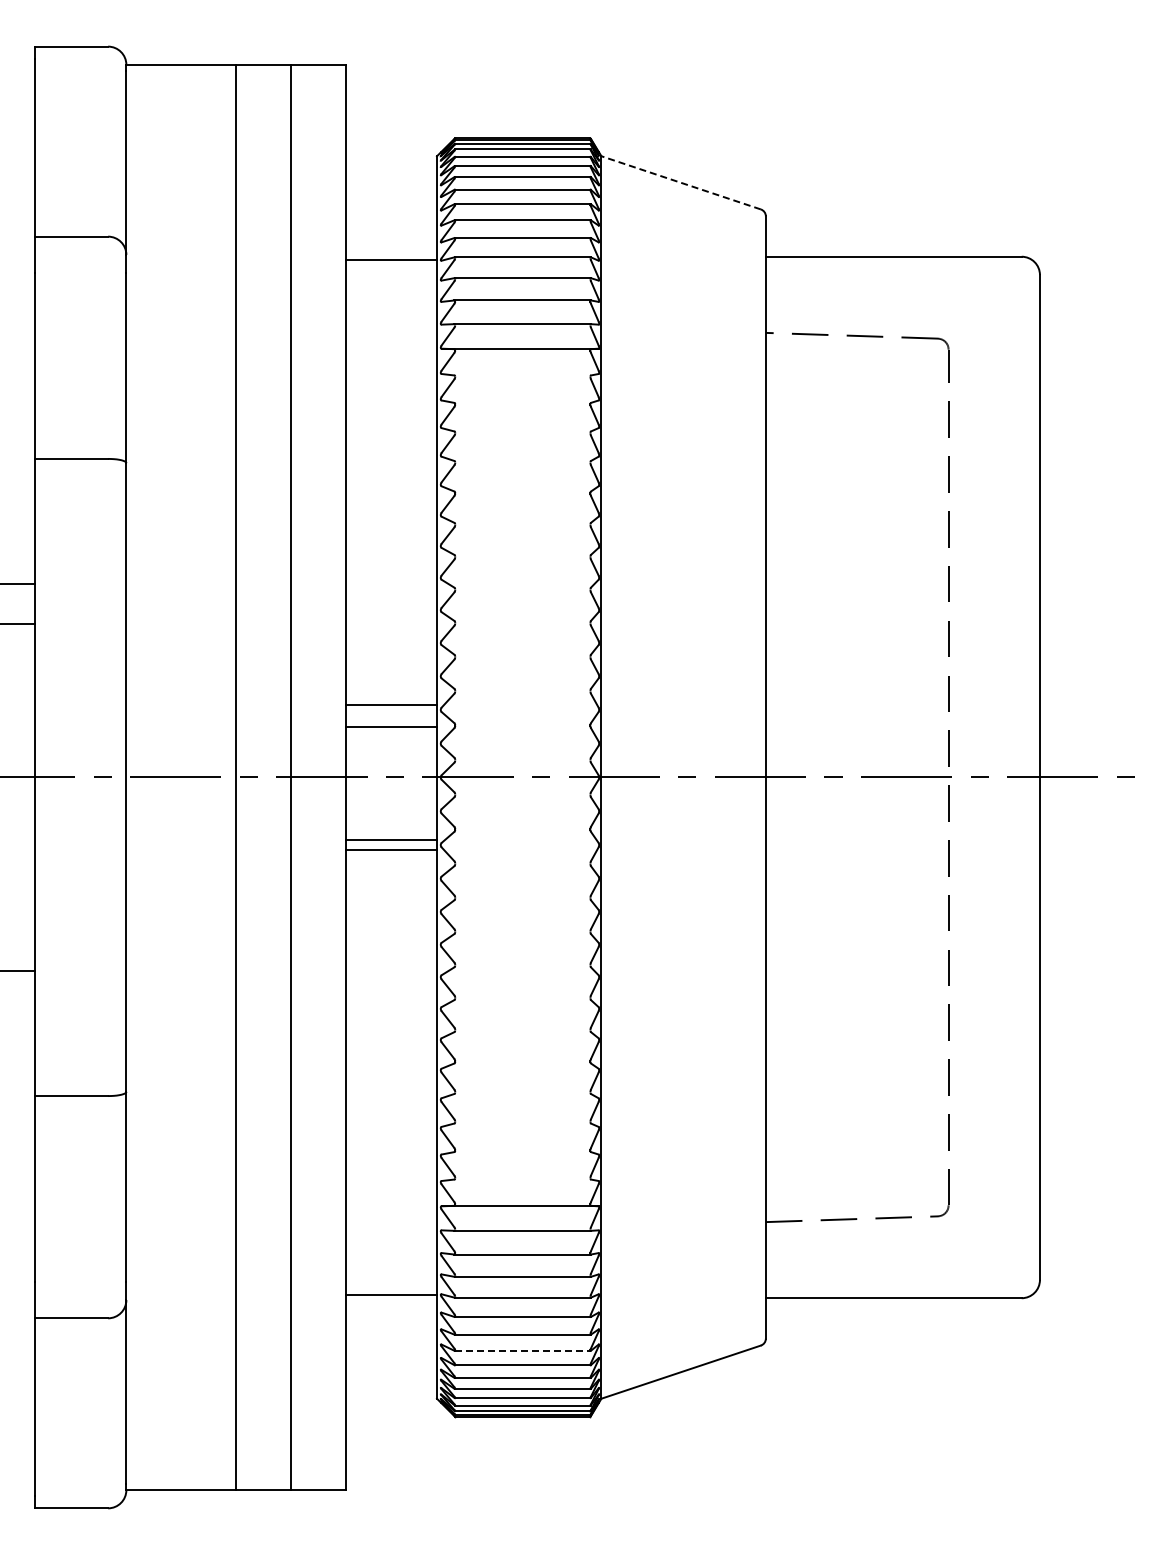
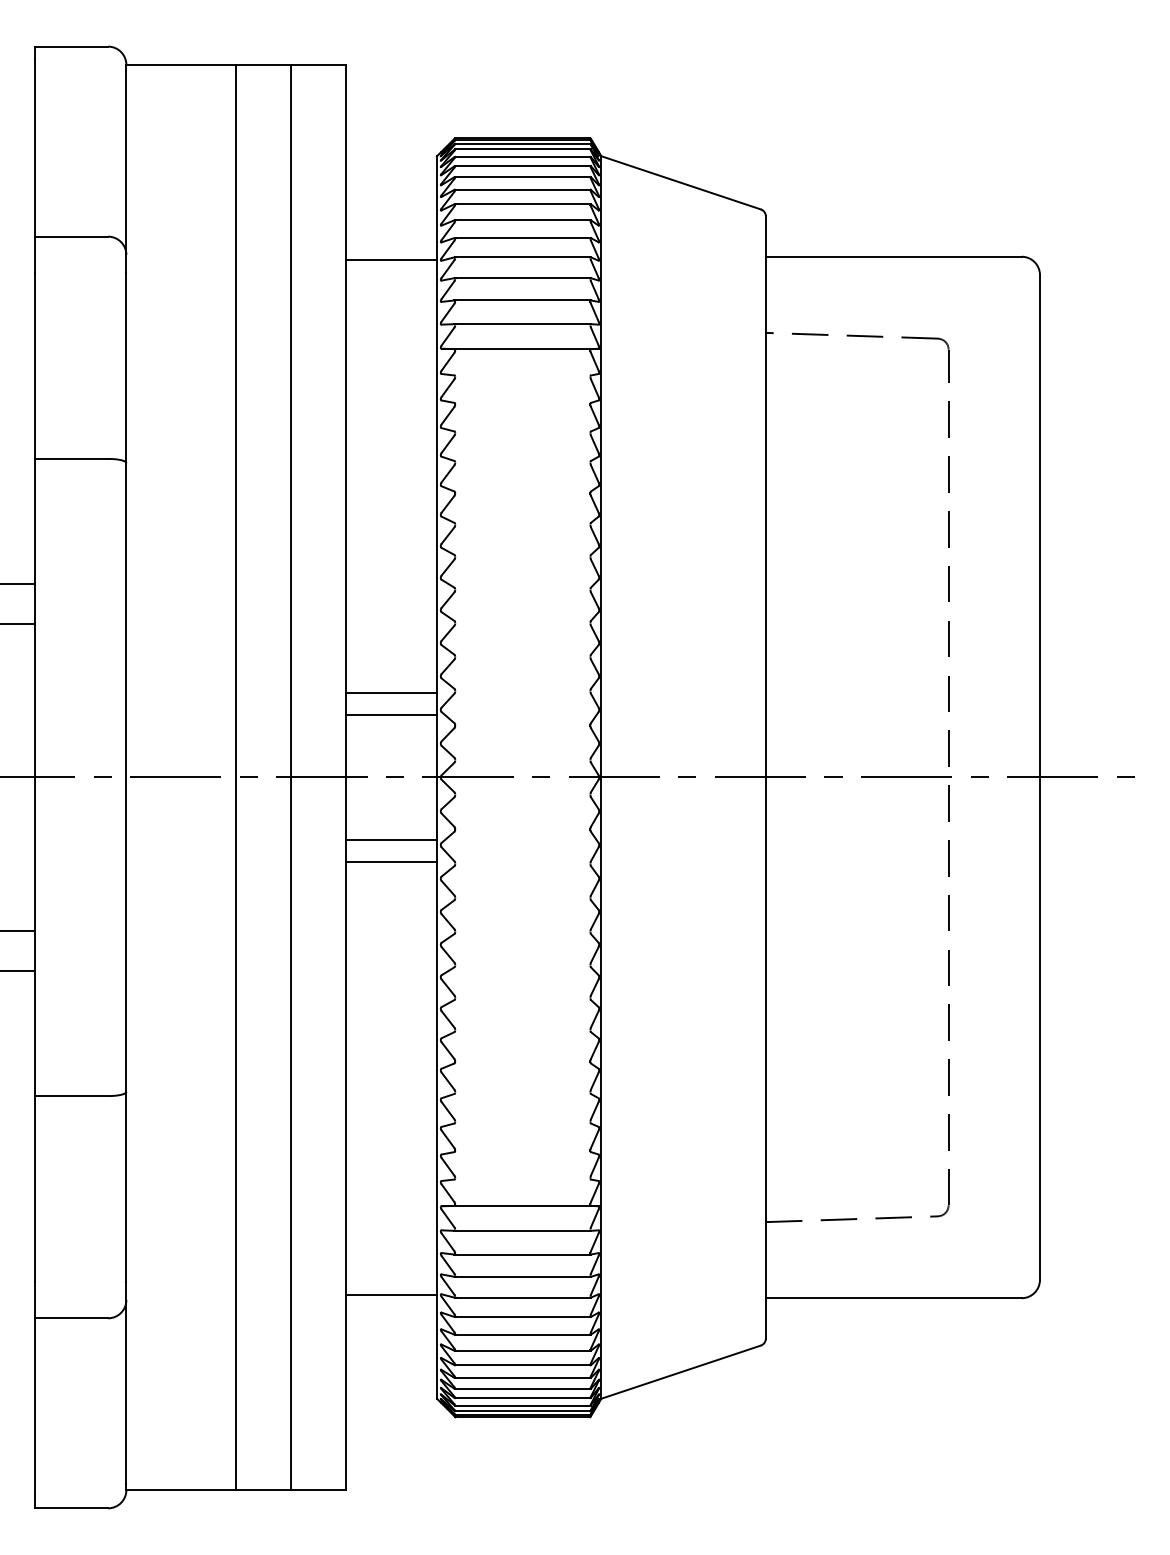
line at (680, 182): dashed -> solid
line at (391, 704) position: (391, 704) -> (391, 692)
line at (391, 727) position: (391, 727) -> (391, 715)
line at (391, 850) position: (391, 850) -> (391, 862)
line at (18, 930): none -> present
line at (522, 1350): dashed -> solid
